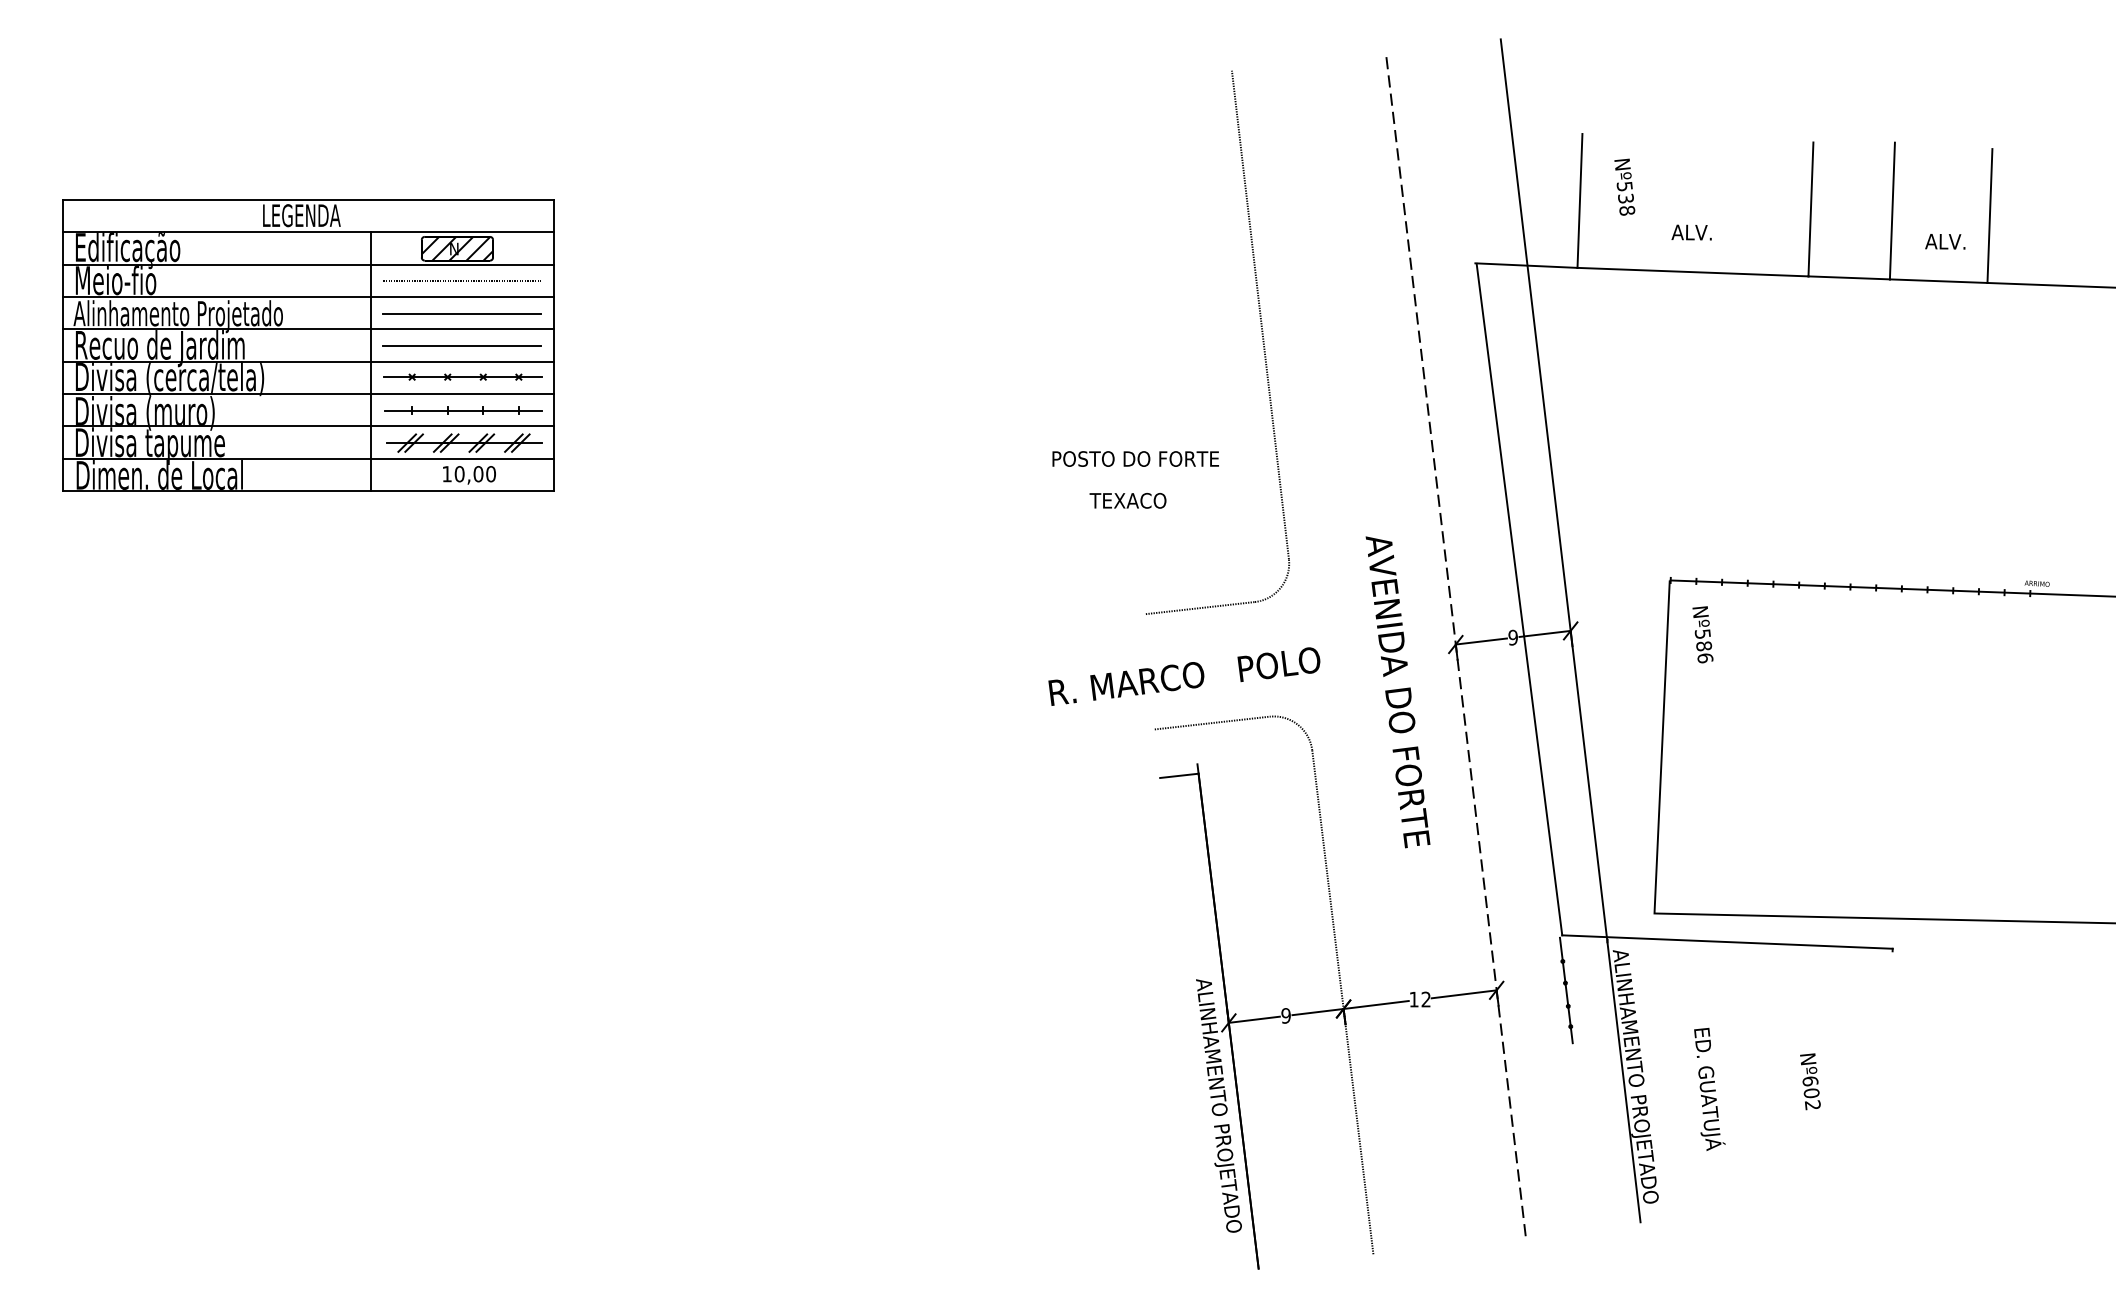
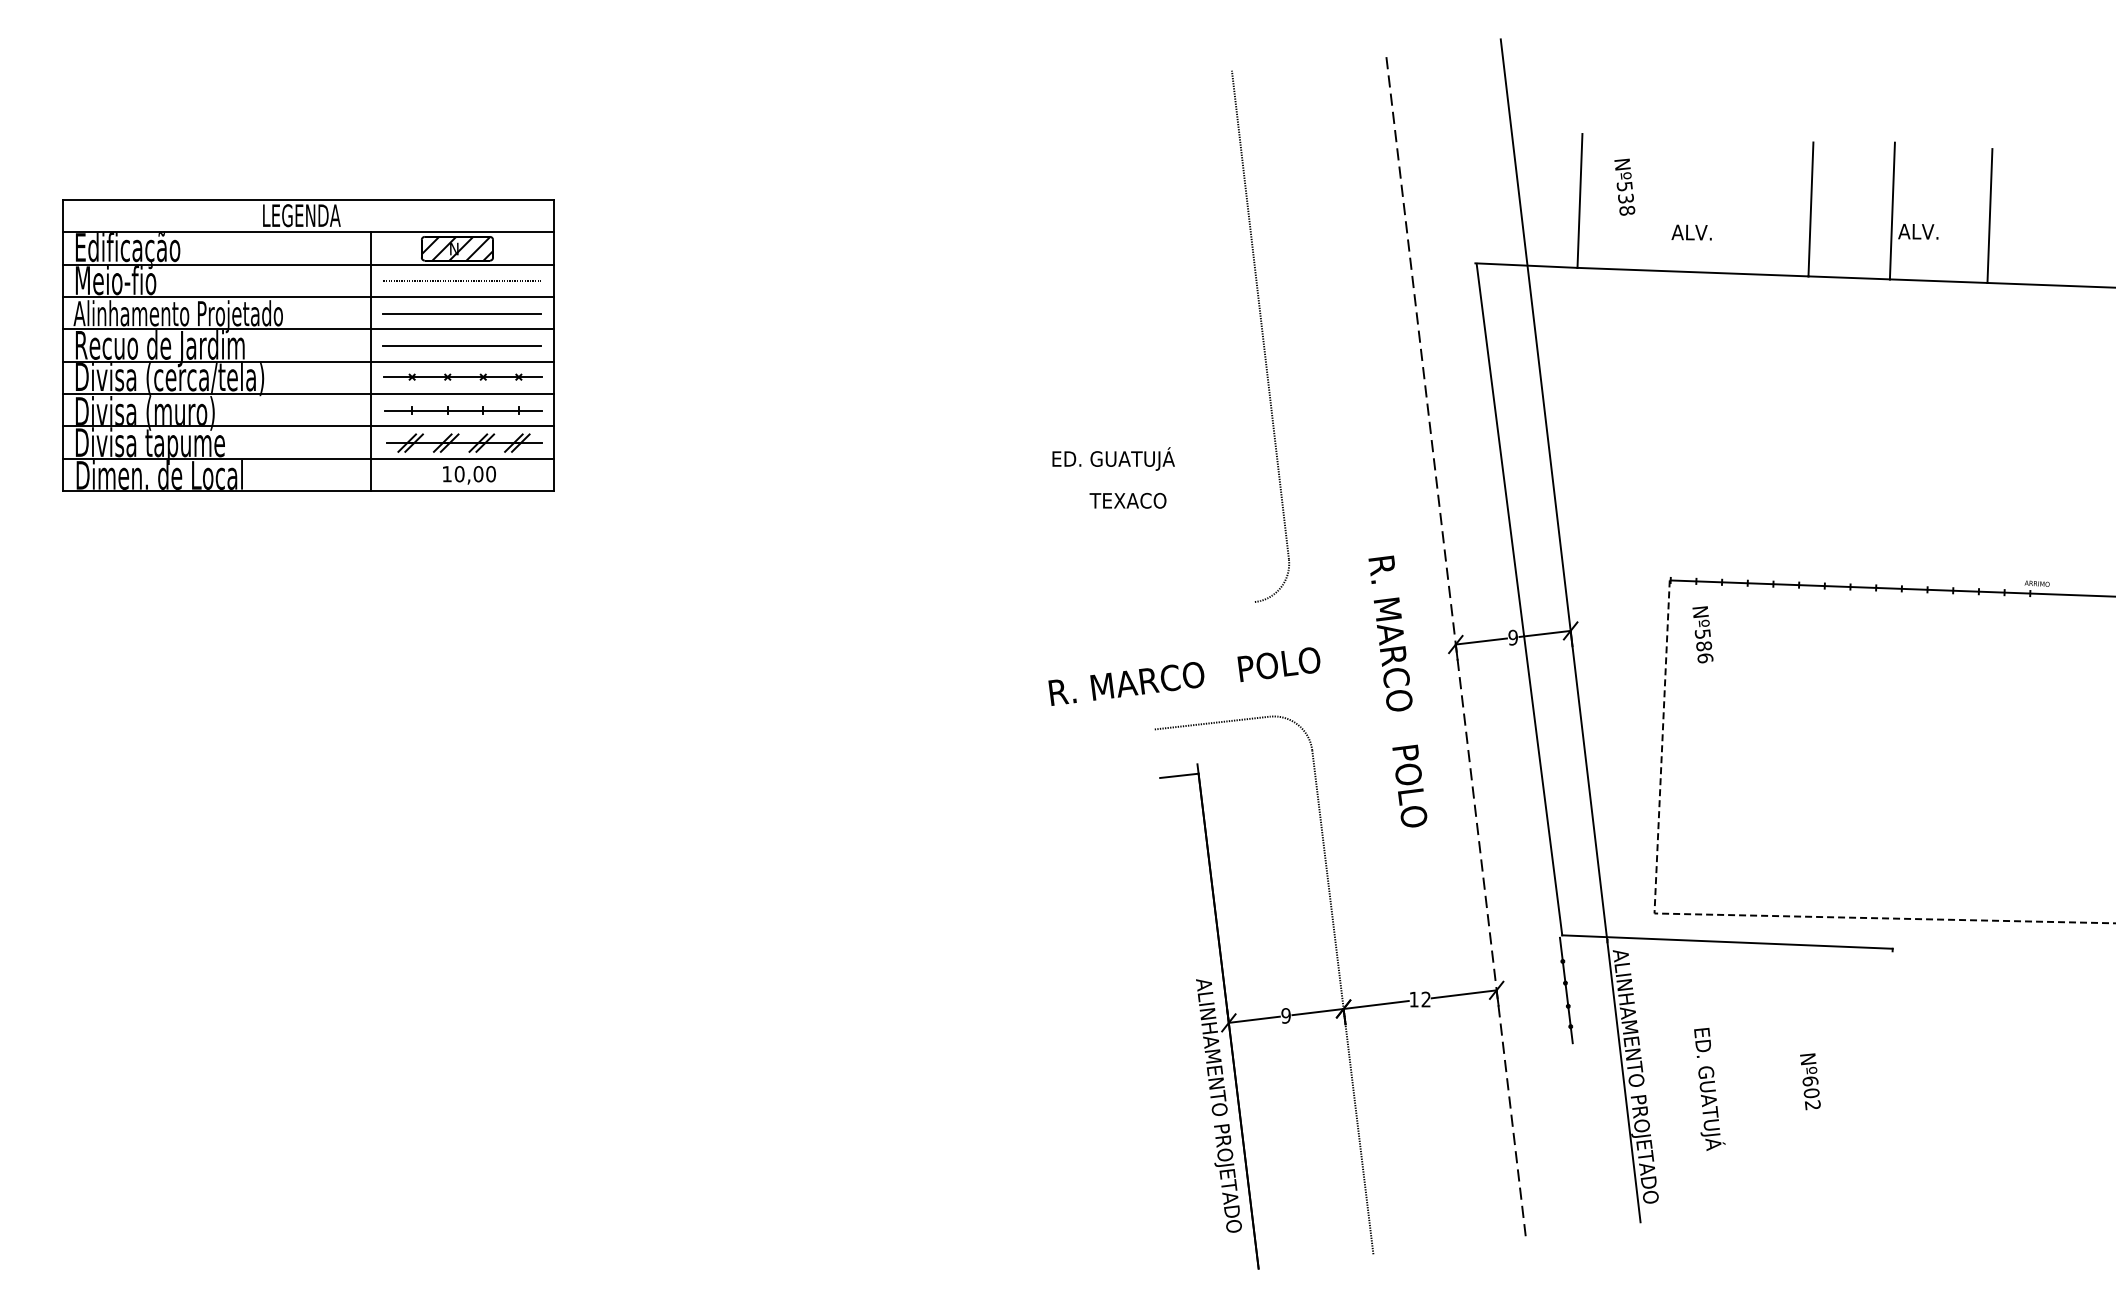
text at (1945, 241) position: (1945, 241) -> (1918, 231)
text at (1136, 458): POSTO DO FORTE -> ED. GUATUJÁ
line at (1199, 608): present -> none
text at (1397, 692): AVENIDA DO FORTE -> R. MARCO   POLO
line at (1718, 914): solid -> dashed
